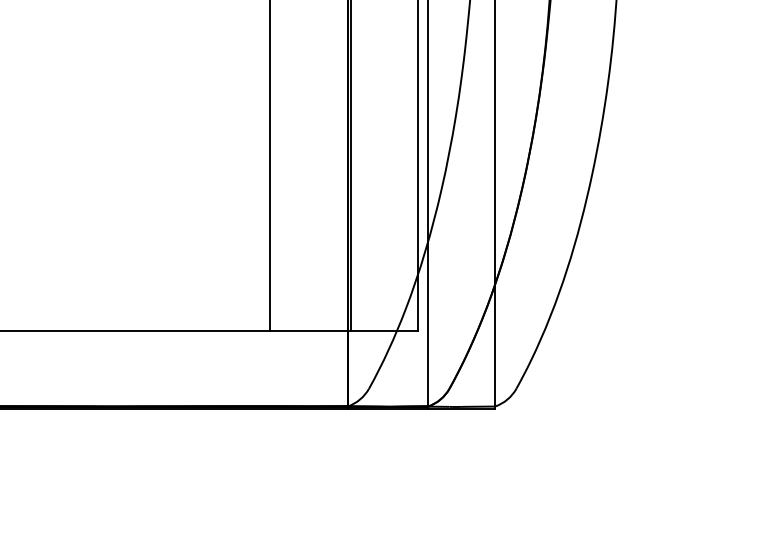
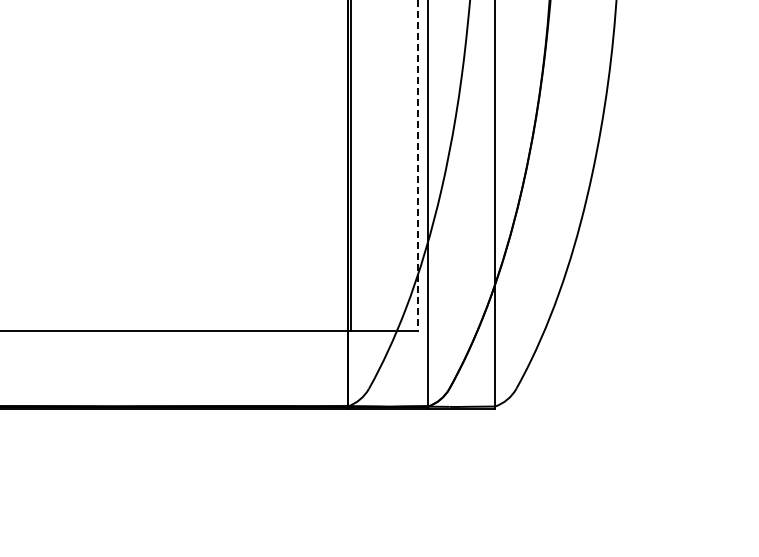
line at (270, 166): present -> none
line at (417, 166): solid -> dashed
